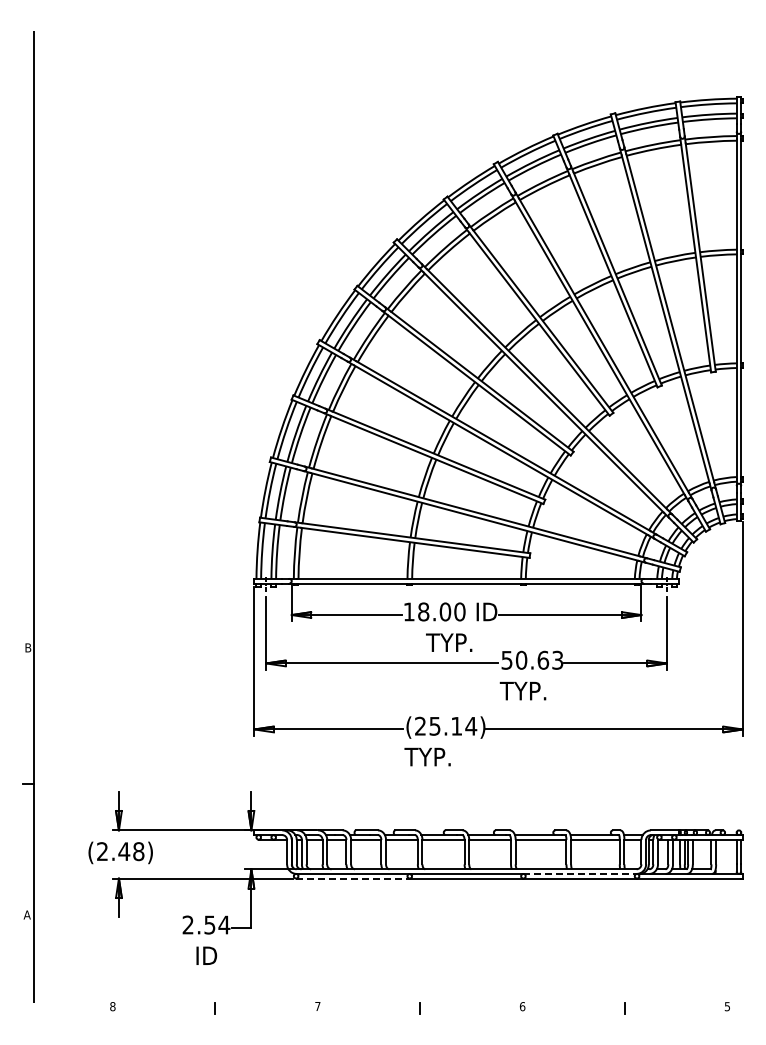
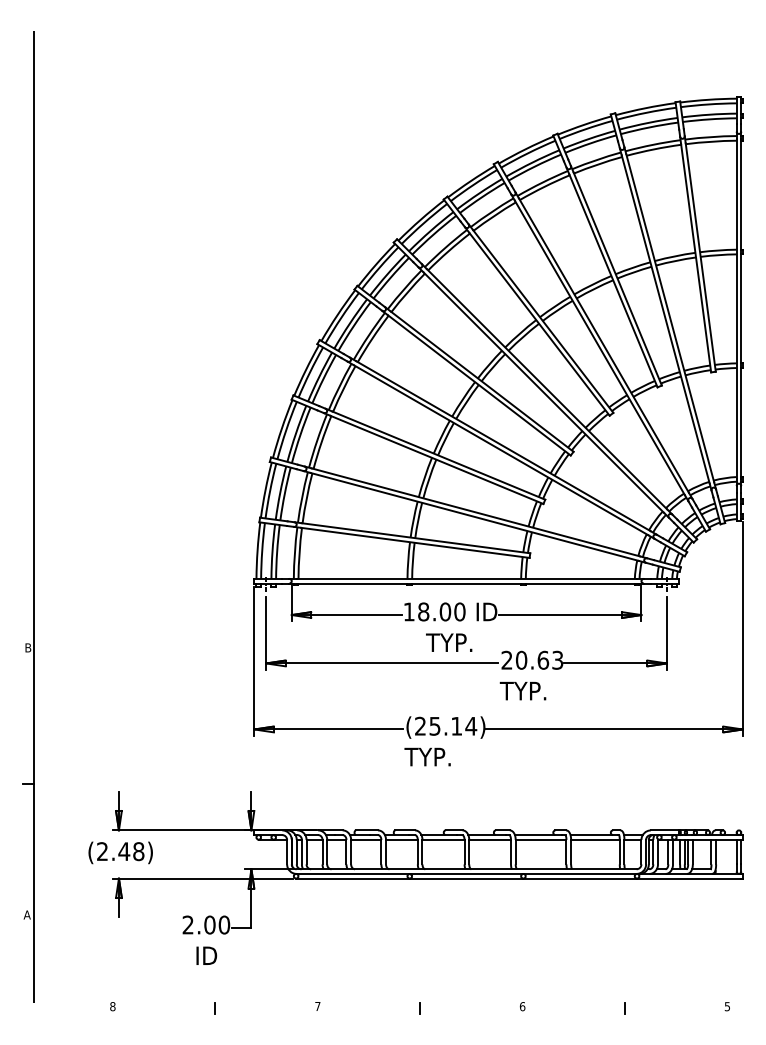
text at (506, 659): 50.63 -> 20.63
line at (580, 873): dashed -> solid
line at (352, 878): dashed -> solid
text at (217, 924): 2.54 -> 2.00
